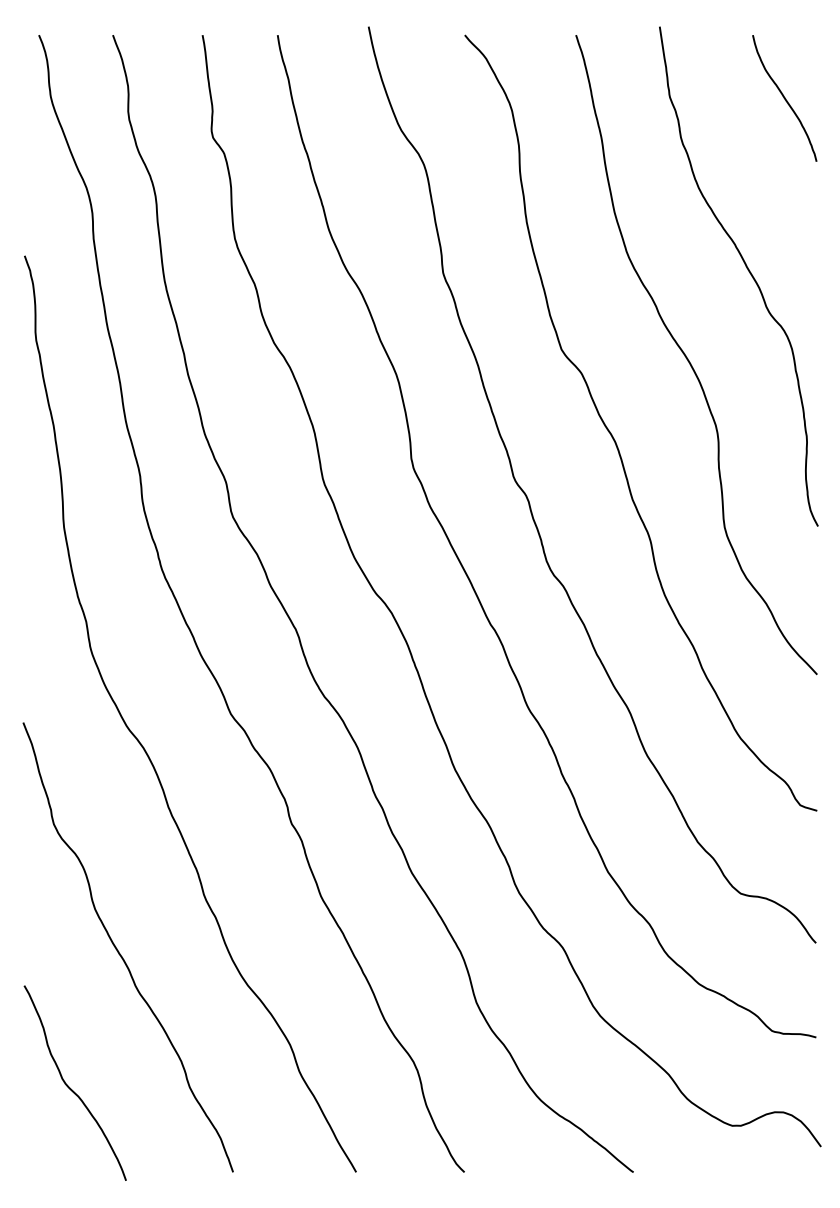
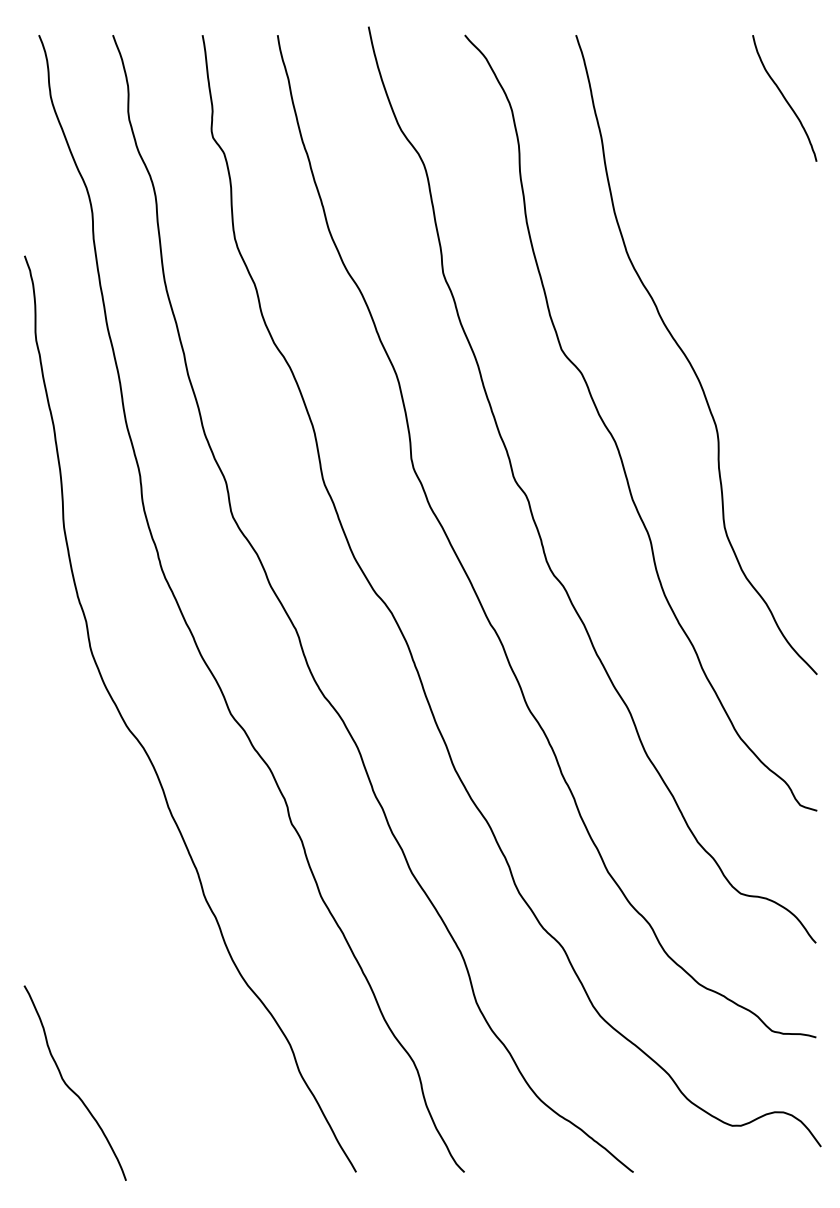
curve at (747, 270): present -> none
curve at (119, 951): present -> none
